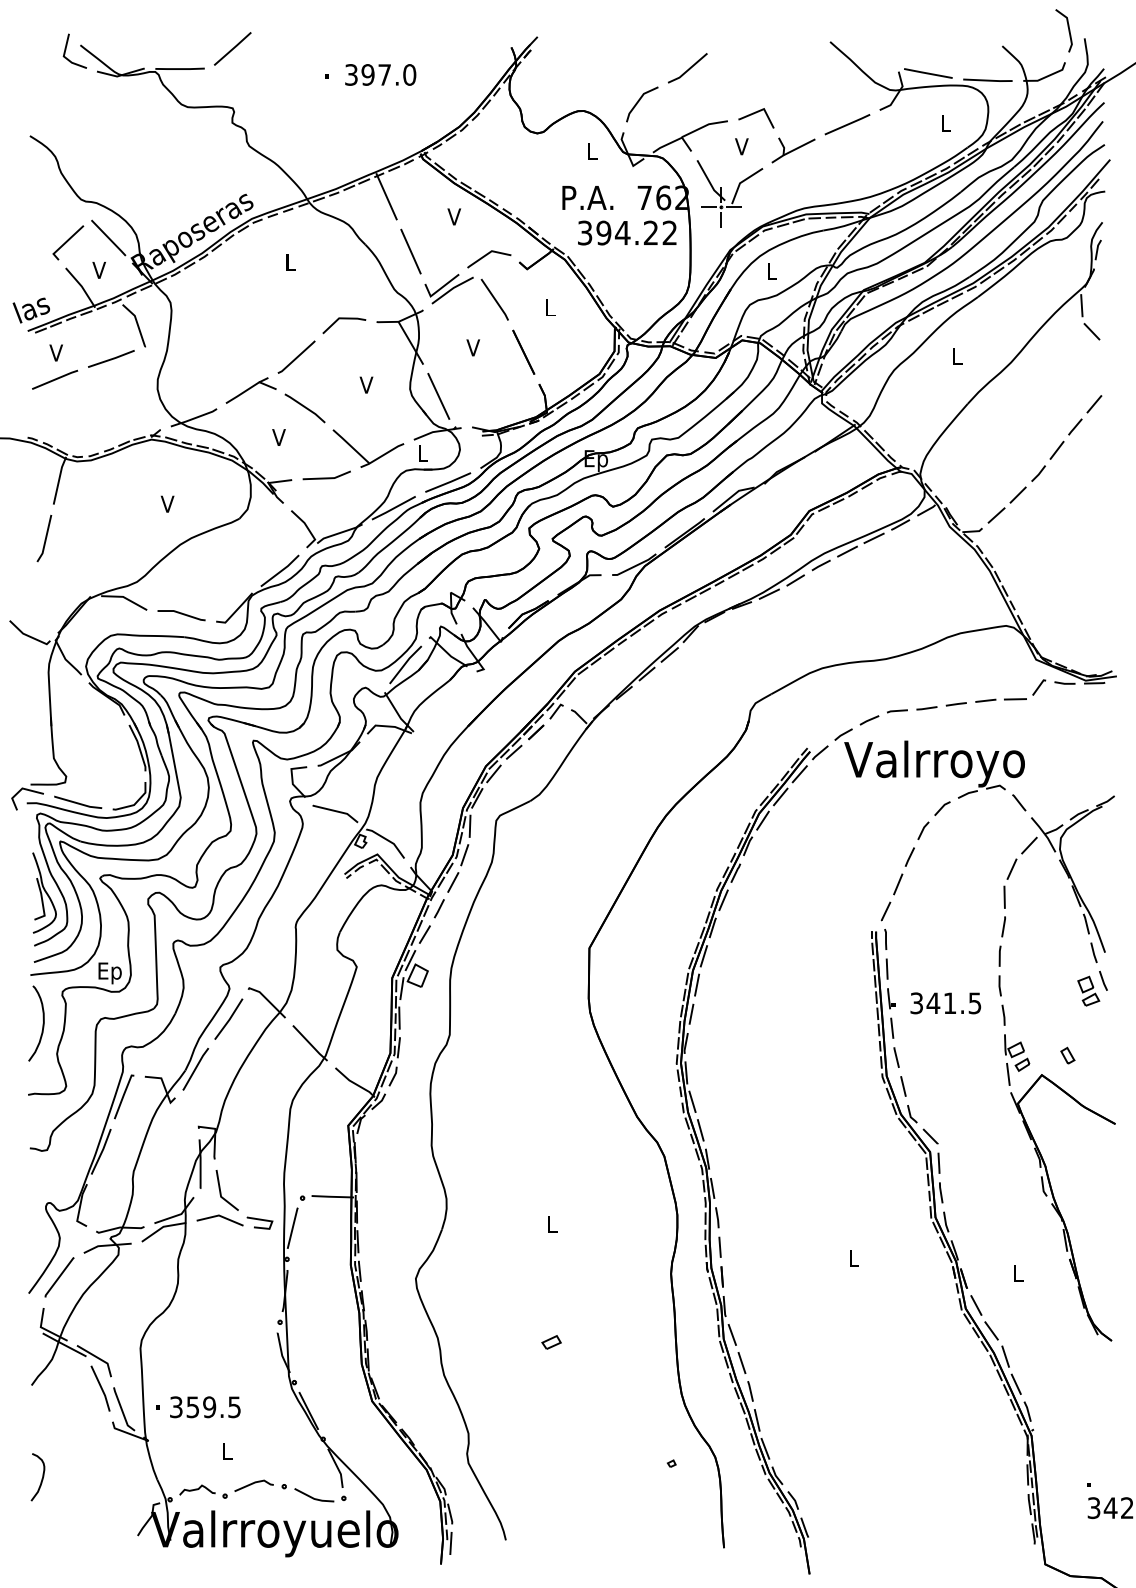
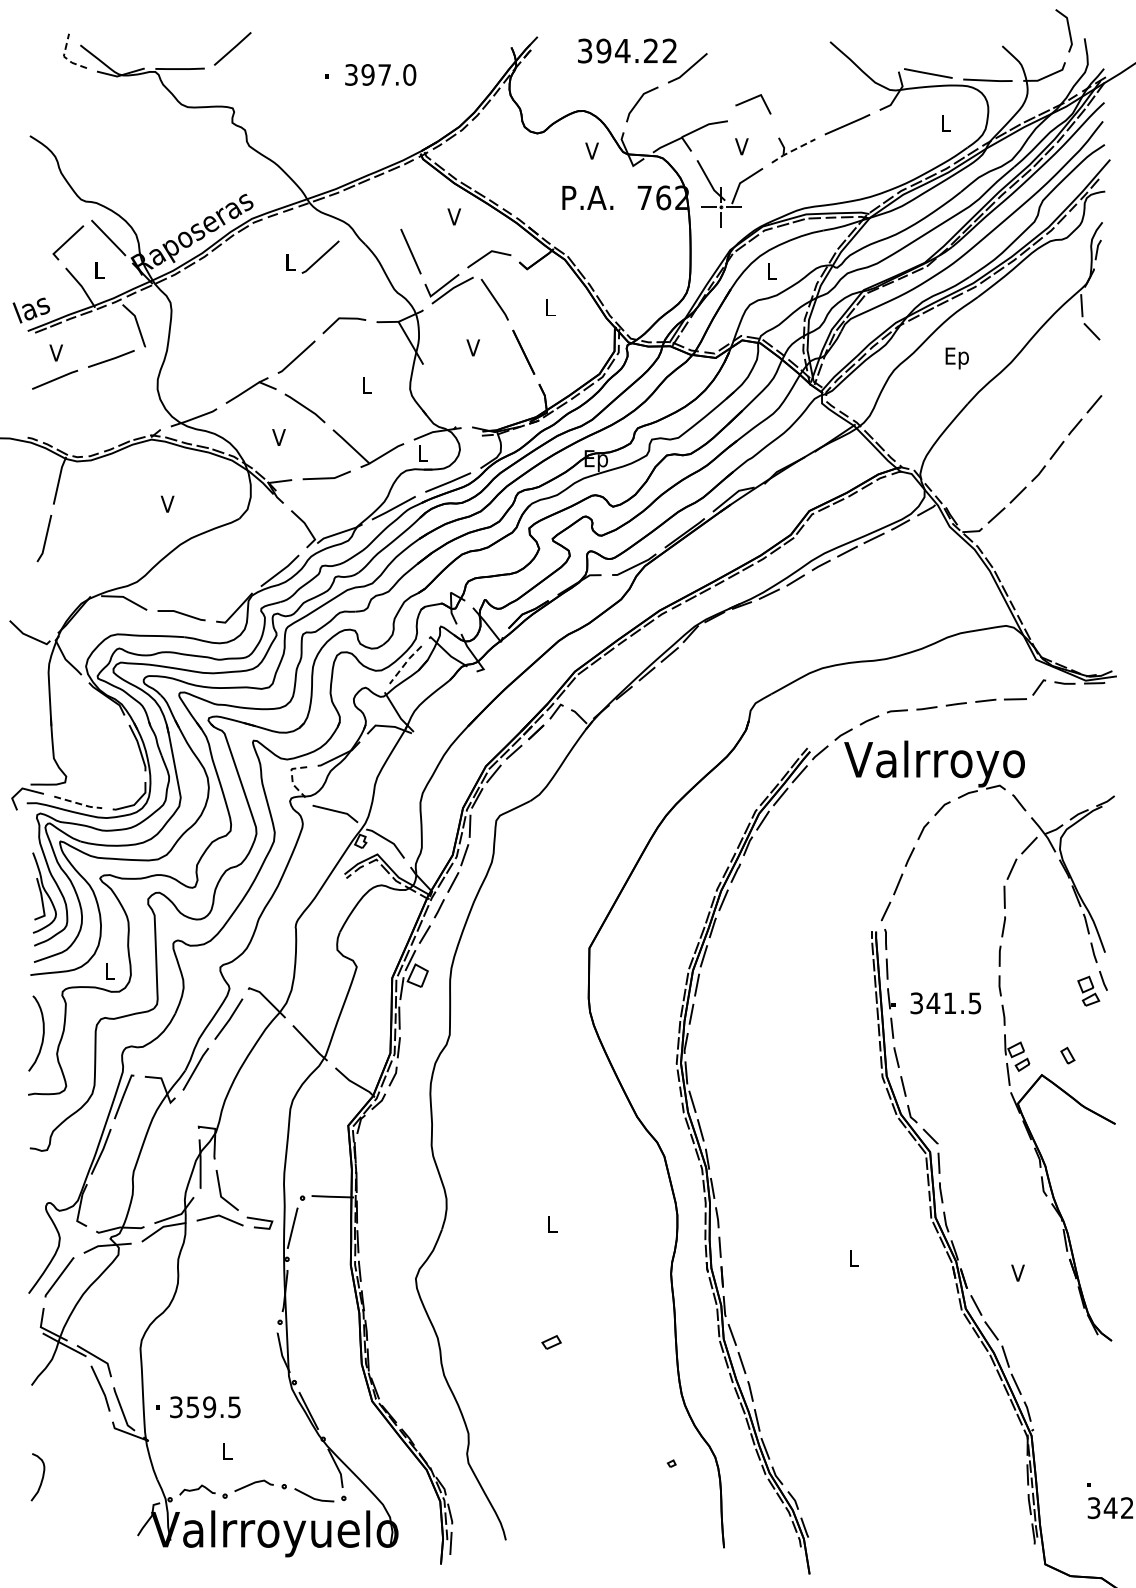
line at (64, 56): solid -> dashed
line at (754, 114) position: (754, 114) -> (751, 100)
text at (591, 150): L -> V
line at (793, 150): solid -> dashed
line at (386, 196): present -> none
text at (627, 232) position: (627, 232) -> (627, 50)
line at (320, 256): none -> present
text at (98, 269): V -> L
text at (956, 358): L -> Ep
text at (366, 384): V -> L
line at (438, 396): present -> none
line at (405, 663): solid -> dashed
line at (292, 778): solid -> dashed
line at (77, 803): solid -> dashed
text at (109, 973): Ep -> L
curve at (42, 1023) position: (42, 1023) -> (42, 1033)
text at (1017, 1272): L -> V
